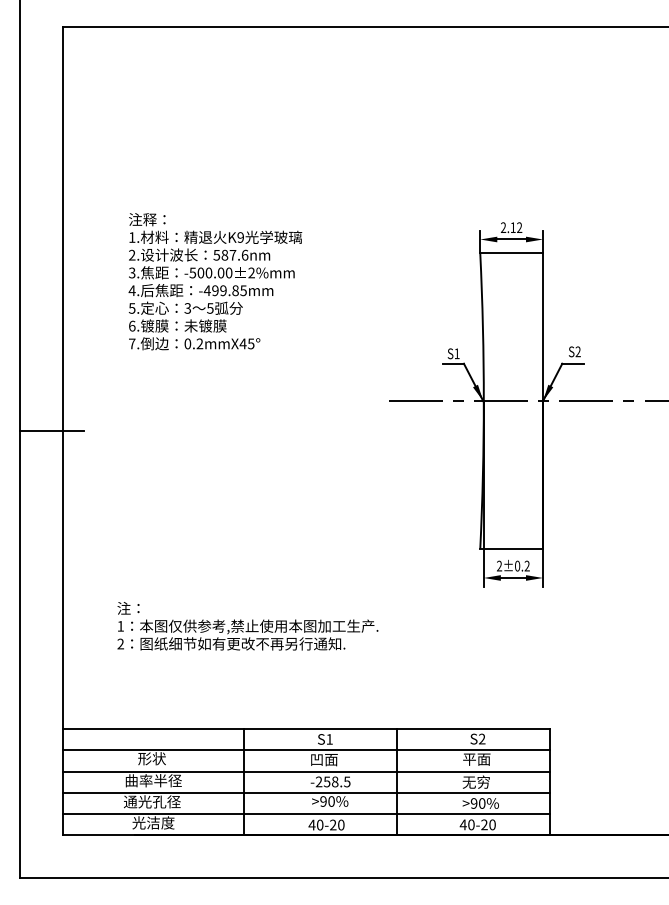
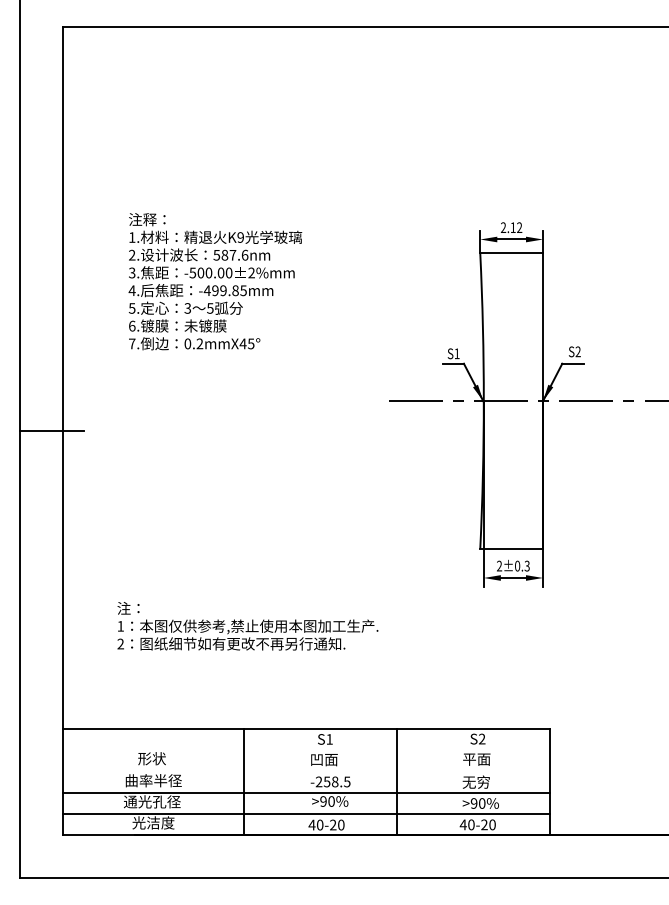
text at (526, 566): 2±0.2 -> 2±0.3
line at (306, 750): present -> none
line at (306, 771): present -> none
